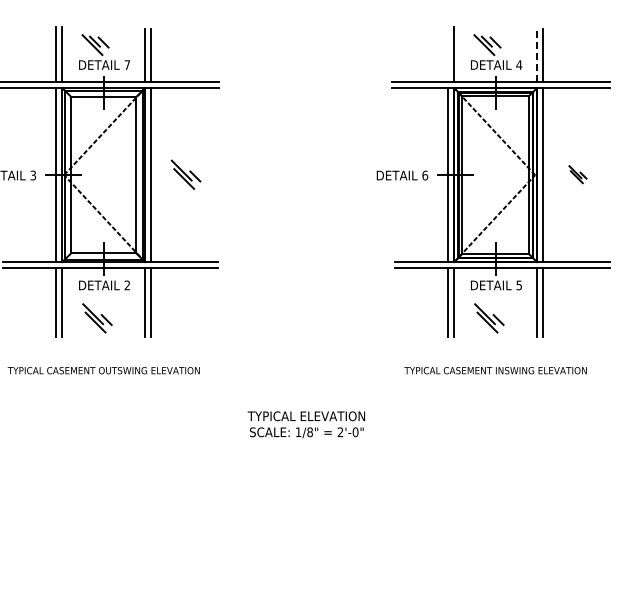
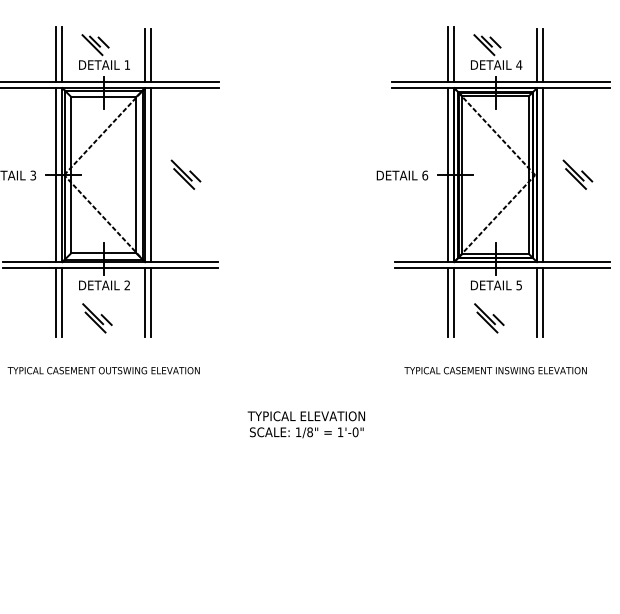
line at (448, 54): none -> present
line at (537, 55): dashed -> solid
text at (127, 64): 7 -> 1
part at (577, 174) size: 20x20 px -> 32x31 px
text at (340, 431): 2'-0" -> 1'-0"
